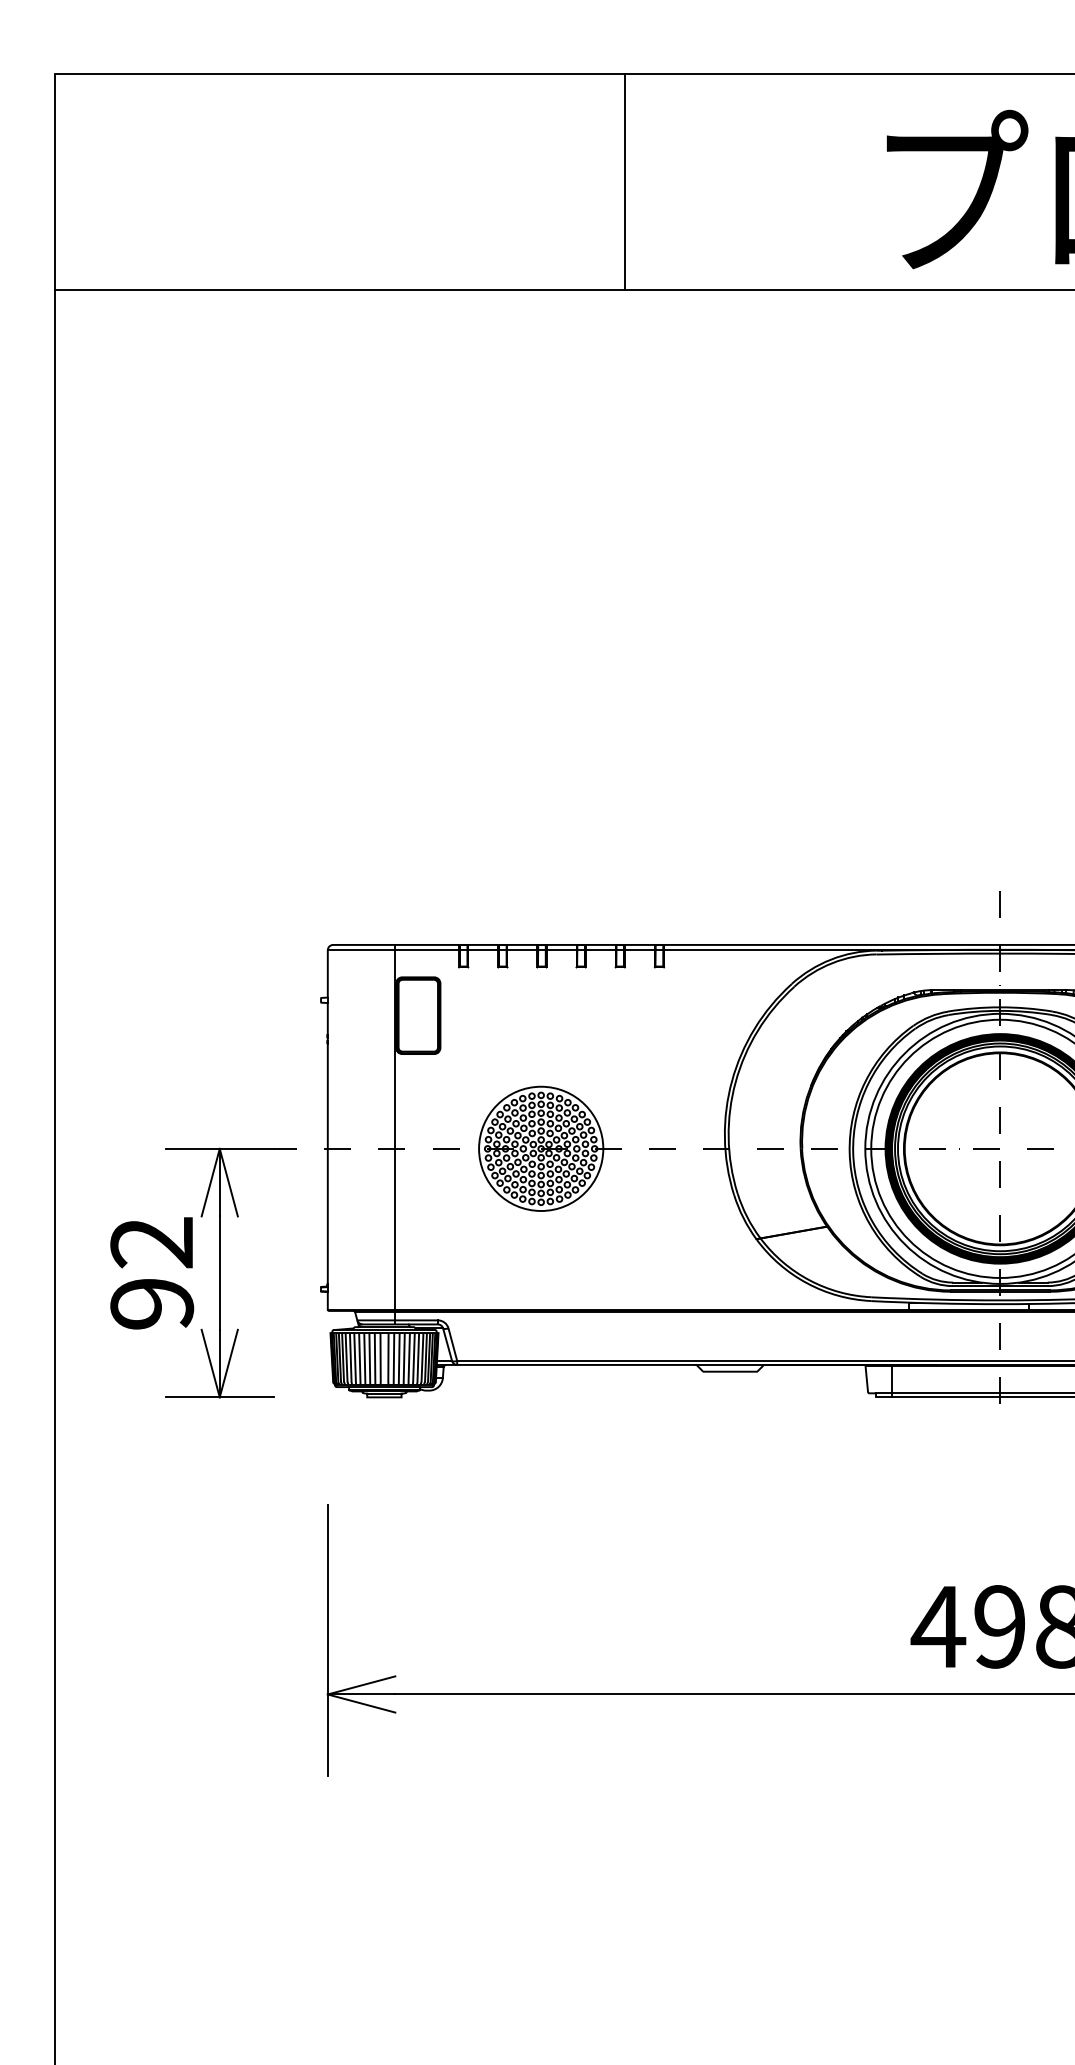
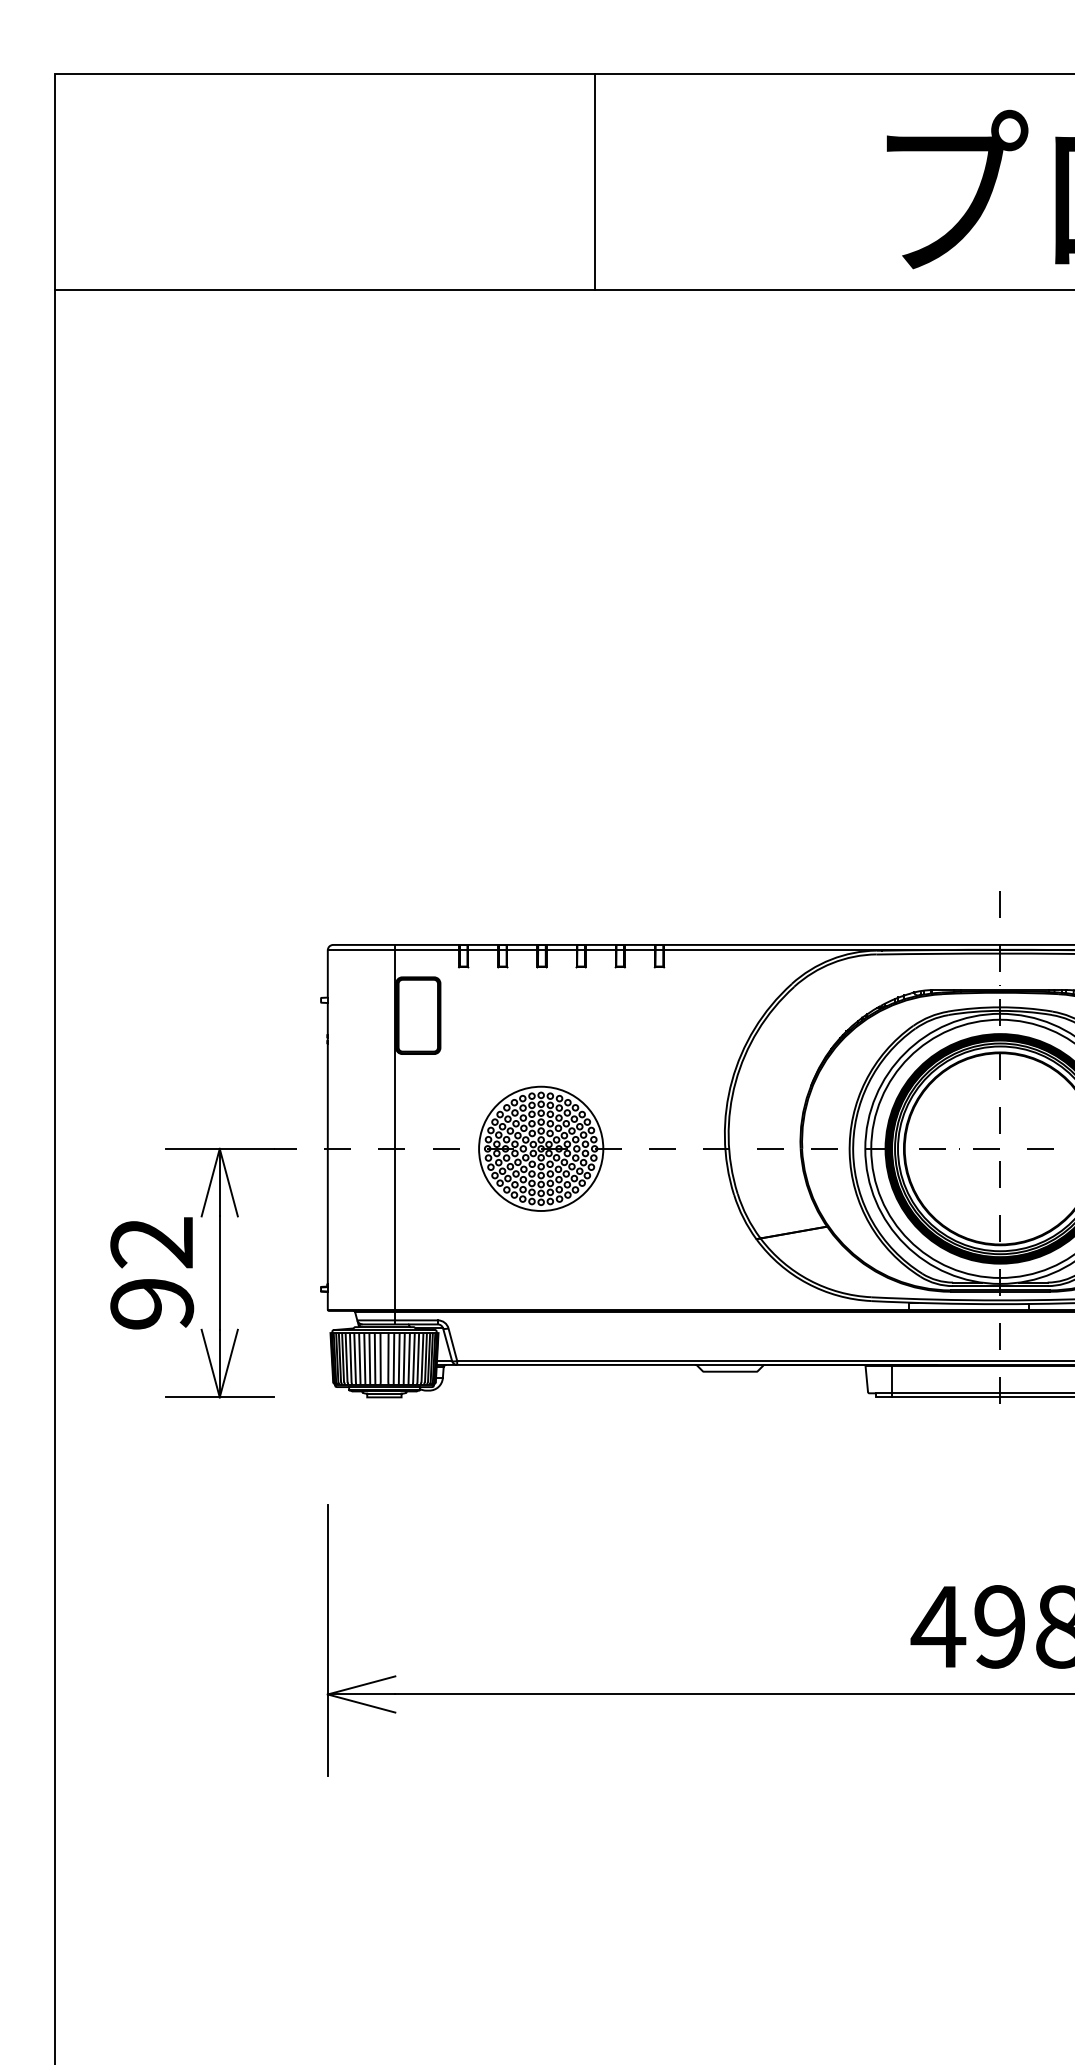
line at (625, 181) position: (625, 181) -> (595, 181)
